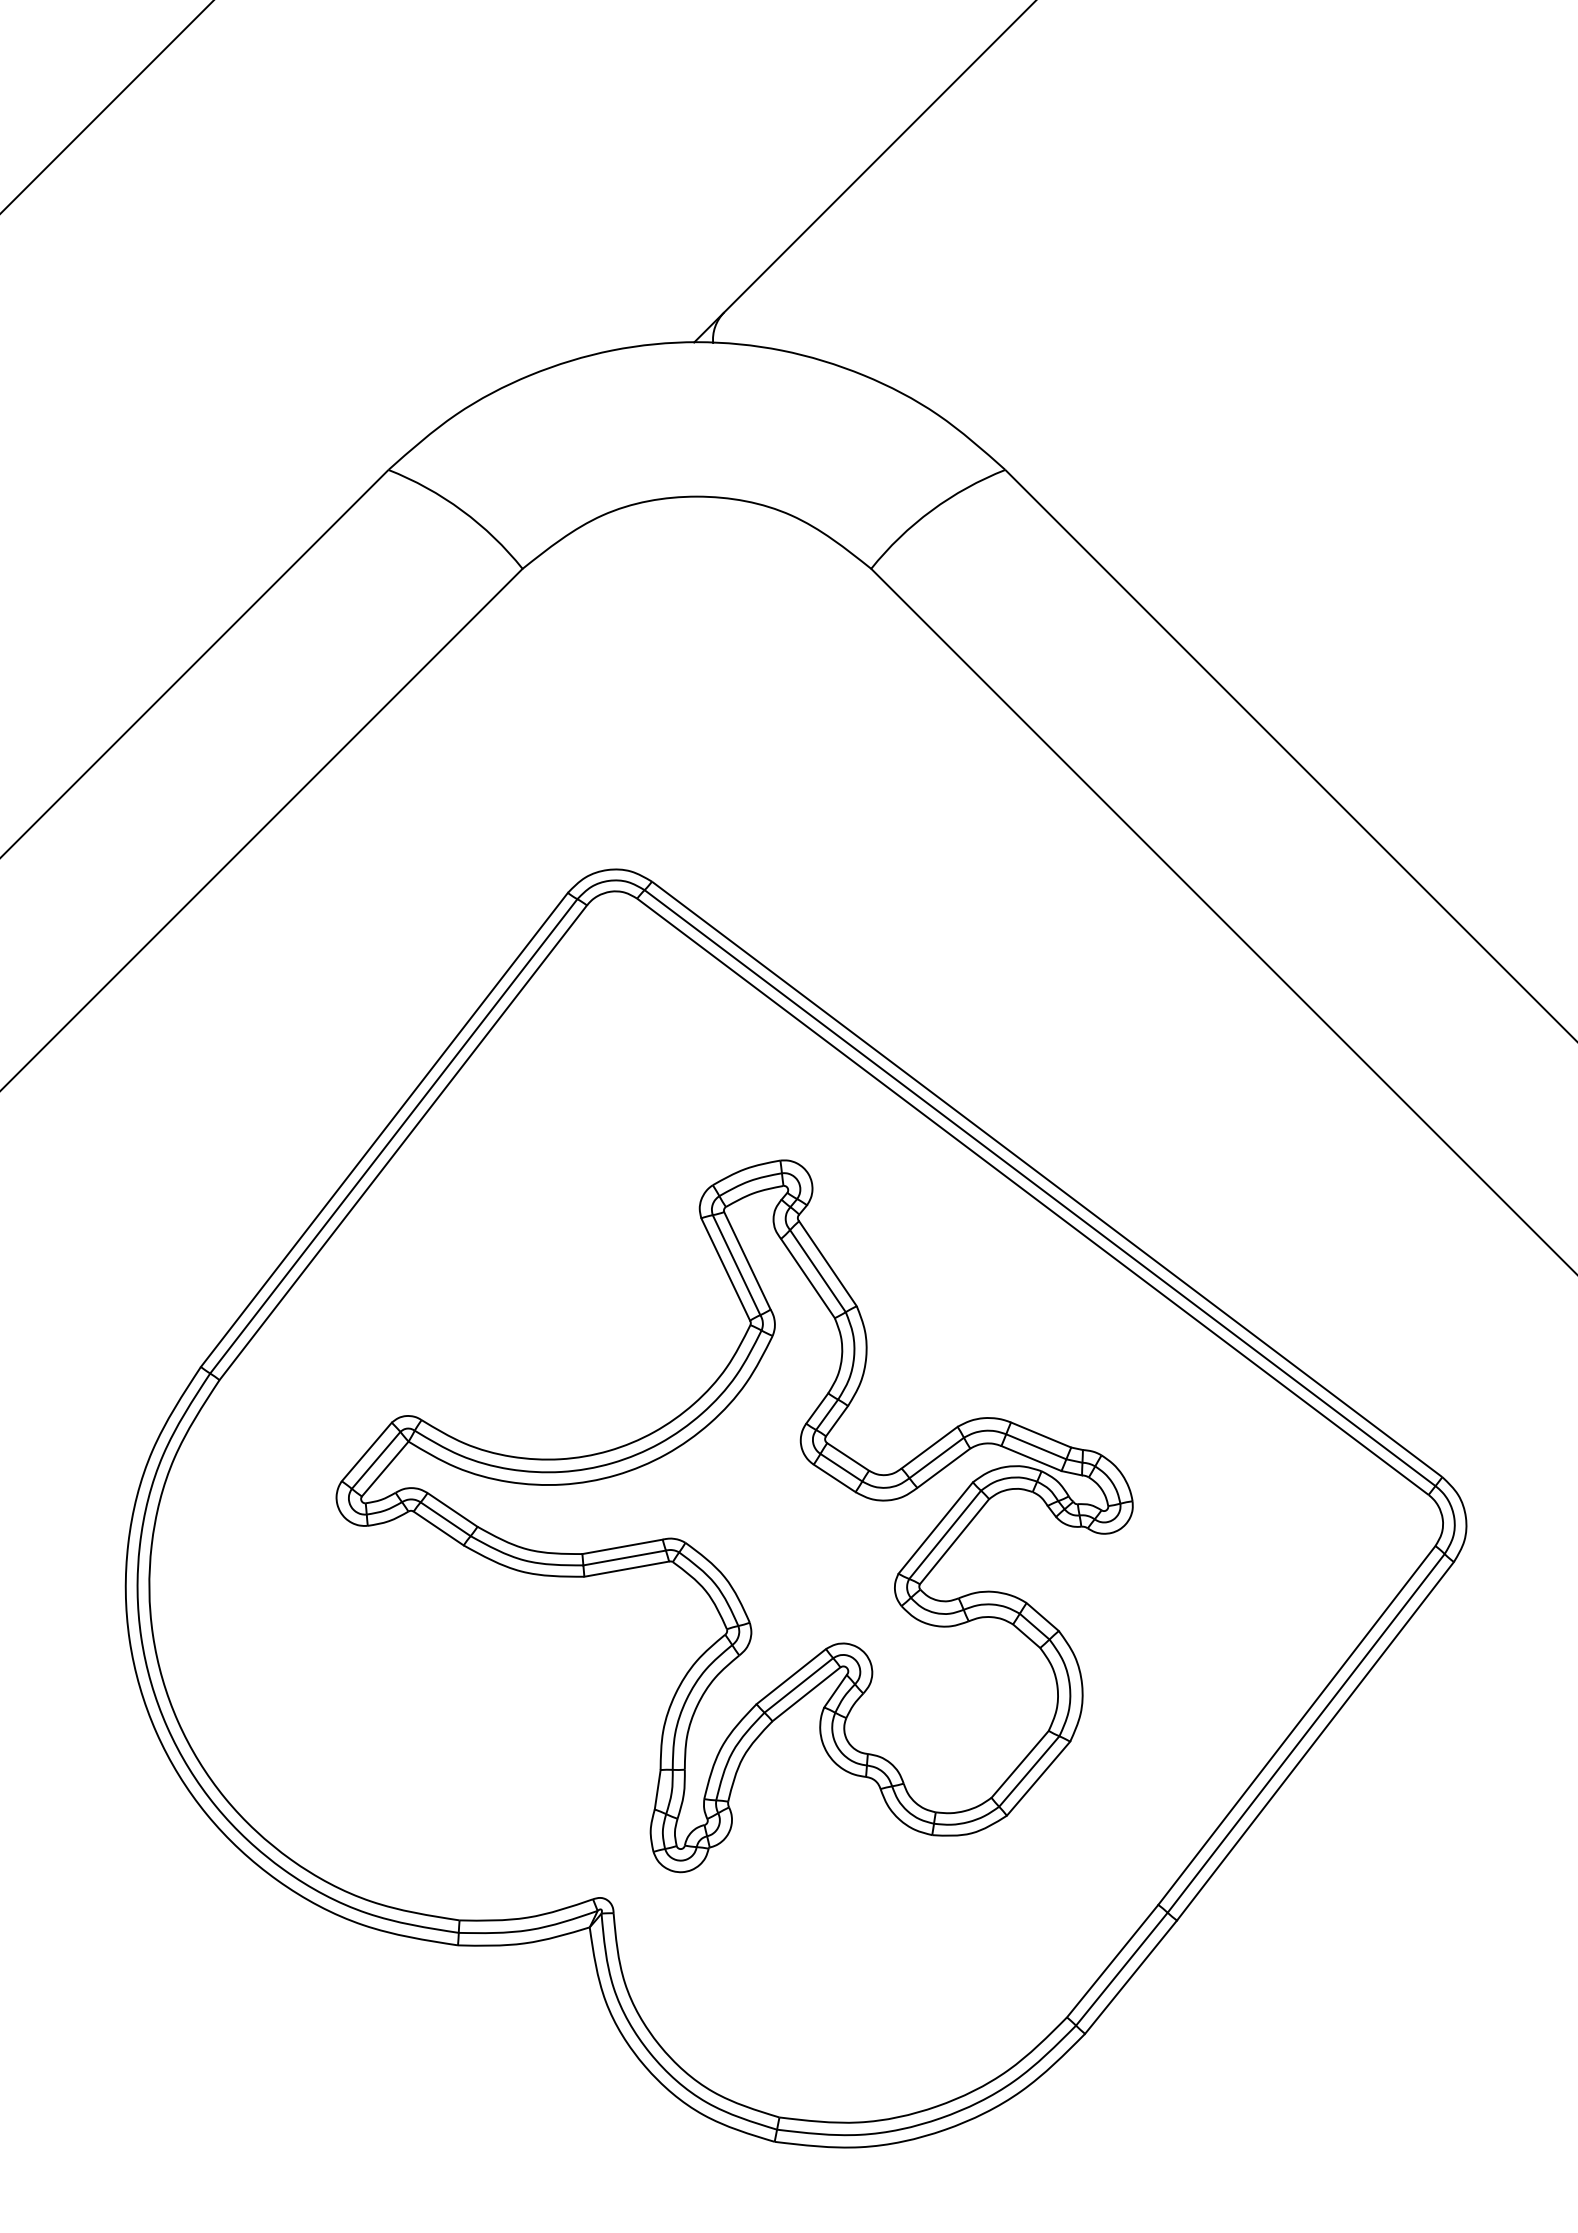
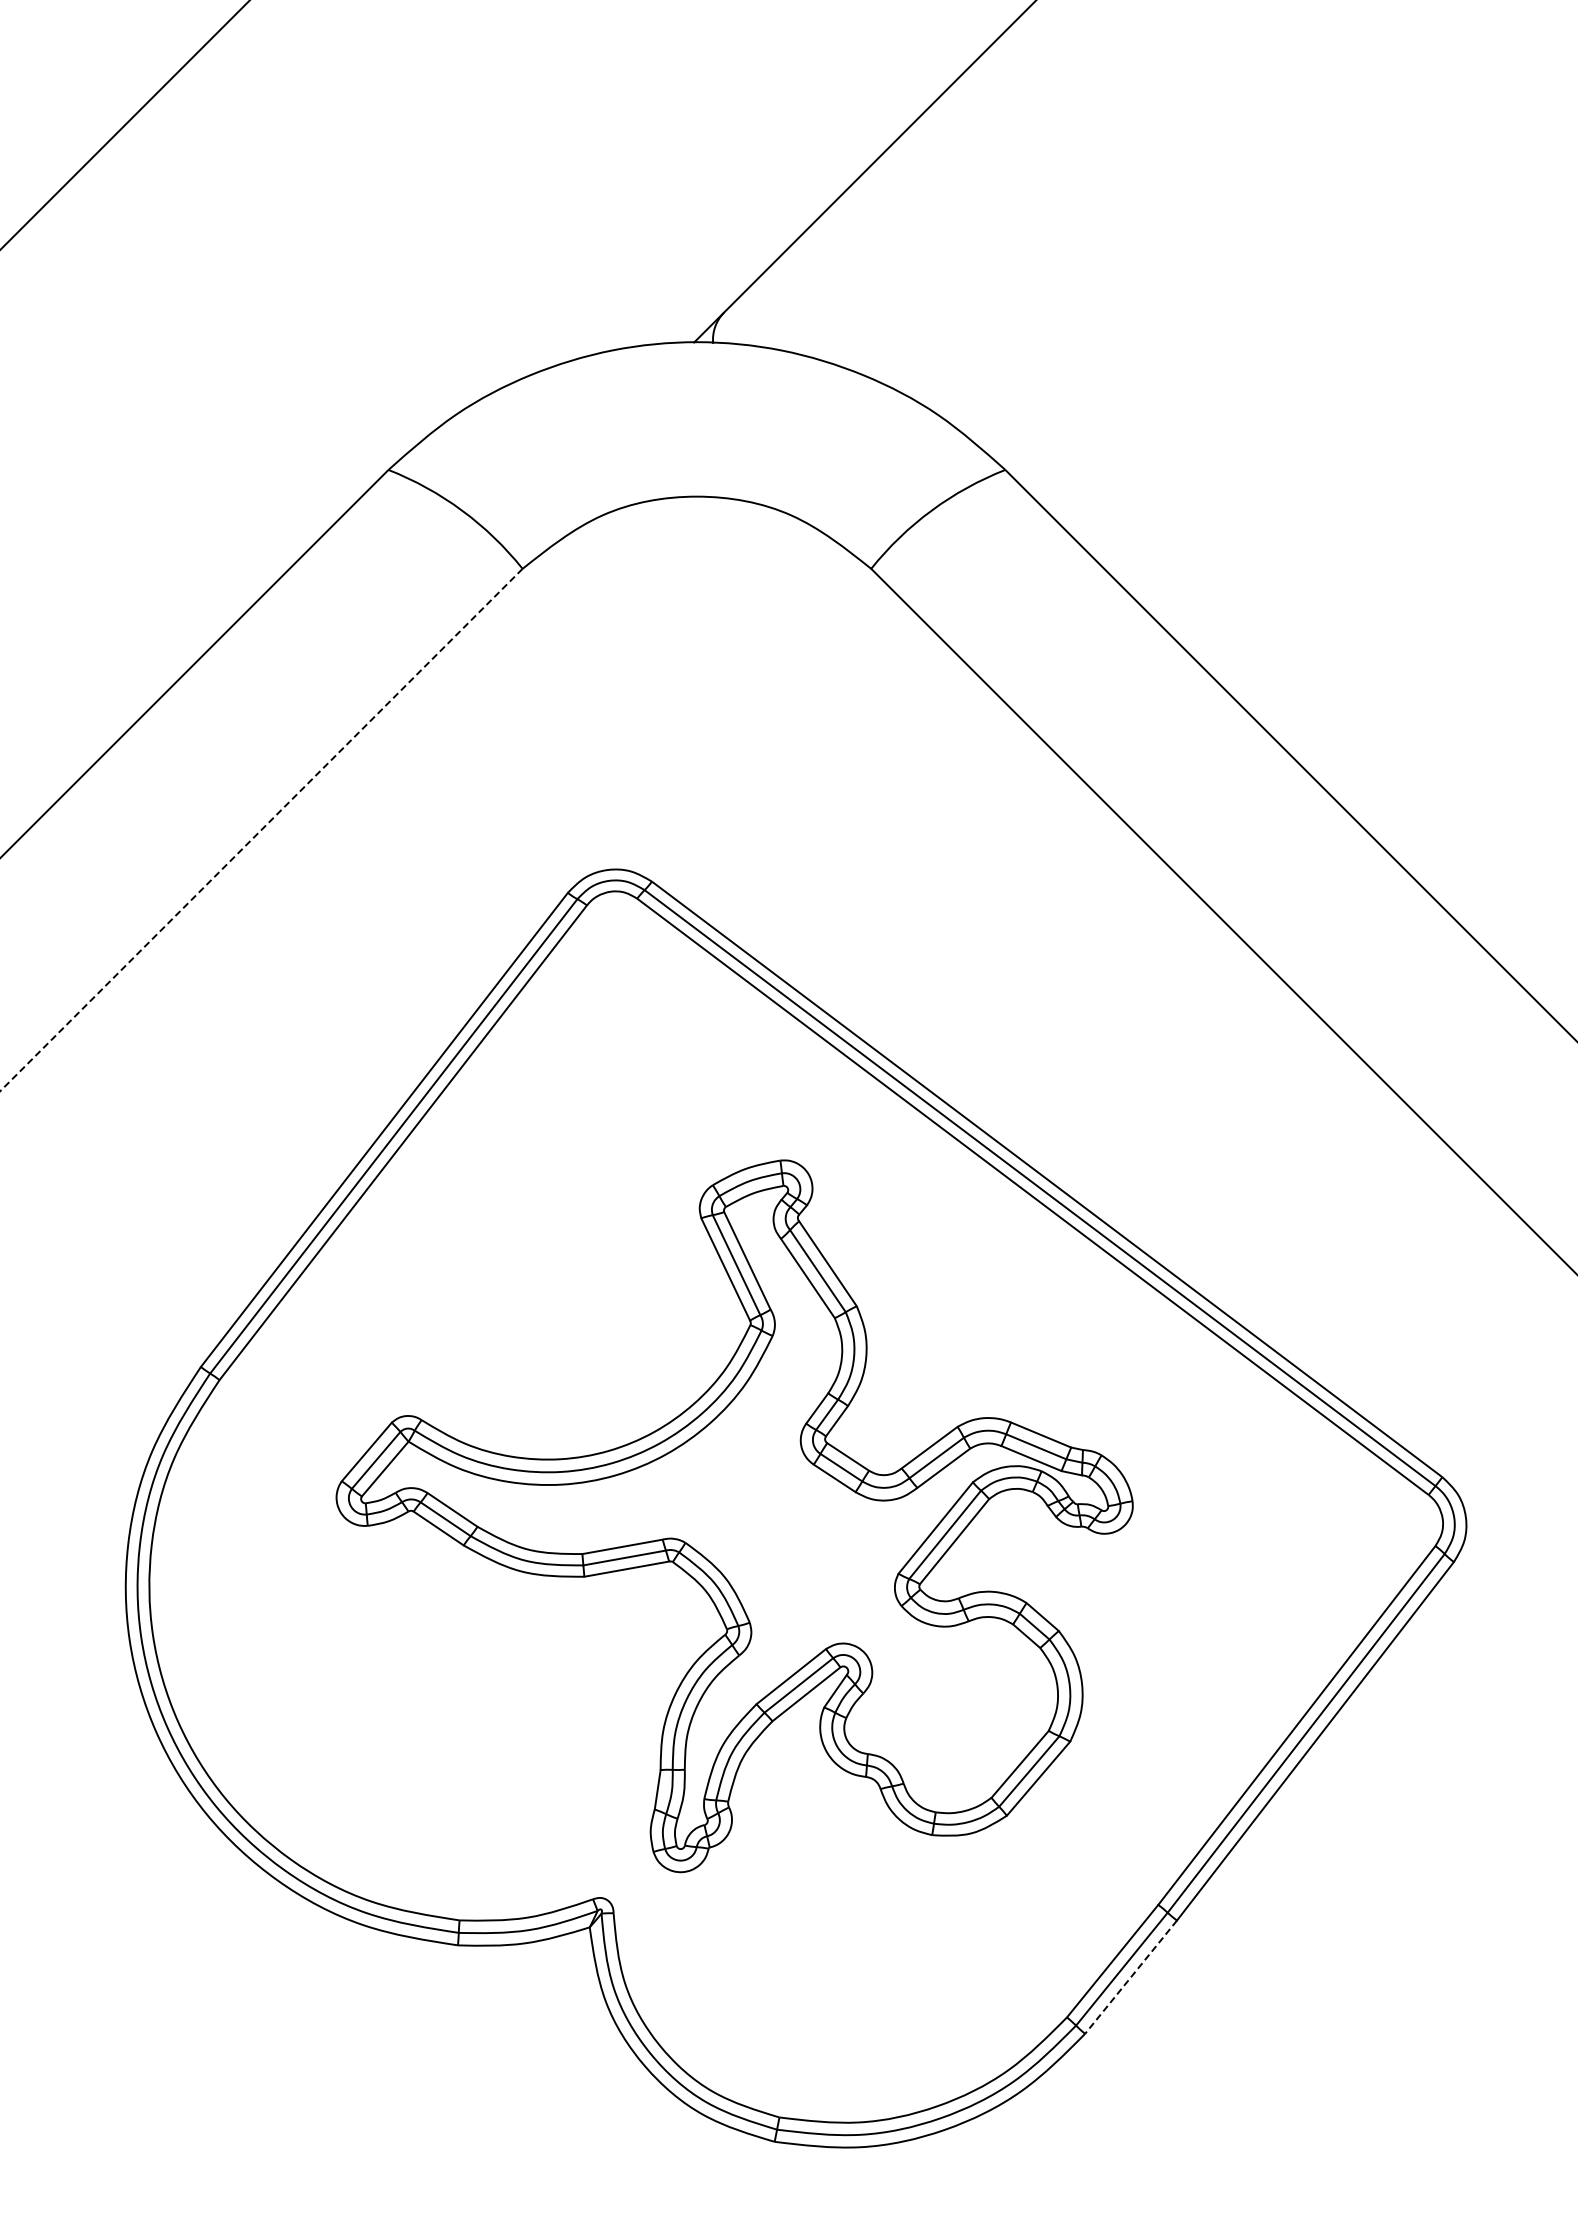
line at (106, 106) position: (106, 106) -> (124, 125)
line at (261, 830): solid -> dashed
line at (1131, 1977): solid -> dashed
